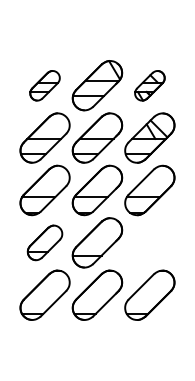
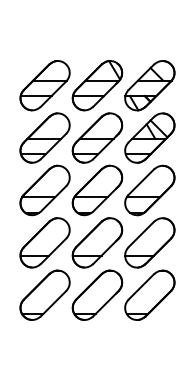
part at (44, 85) size: 32x32 px -> 52x52 px
part at (149, 85) size: 32x32 px -> 52x52 px
part at (44, 242) size: 38x38 px -> 52x52 px
part at (149, 242): none -> present
